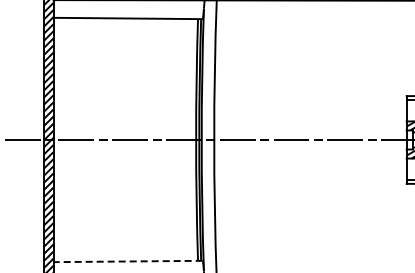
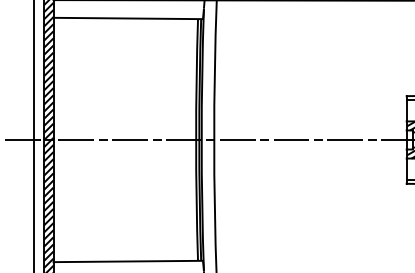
line at (33, 135): none -> present
line at (128, 261): dashed -> solid
